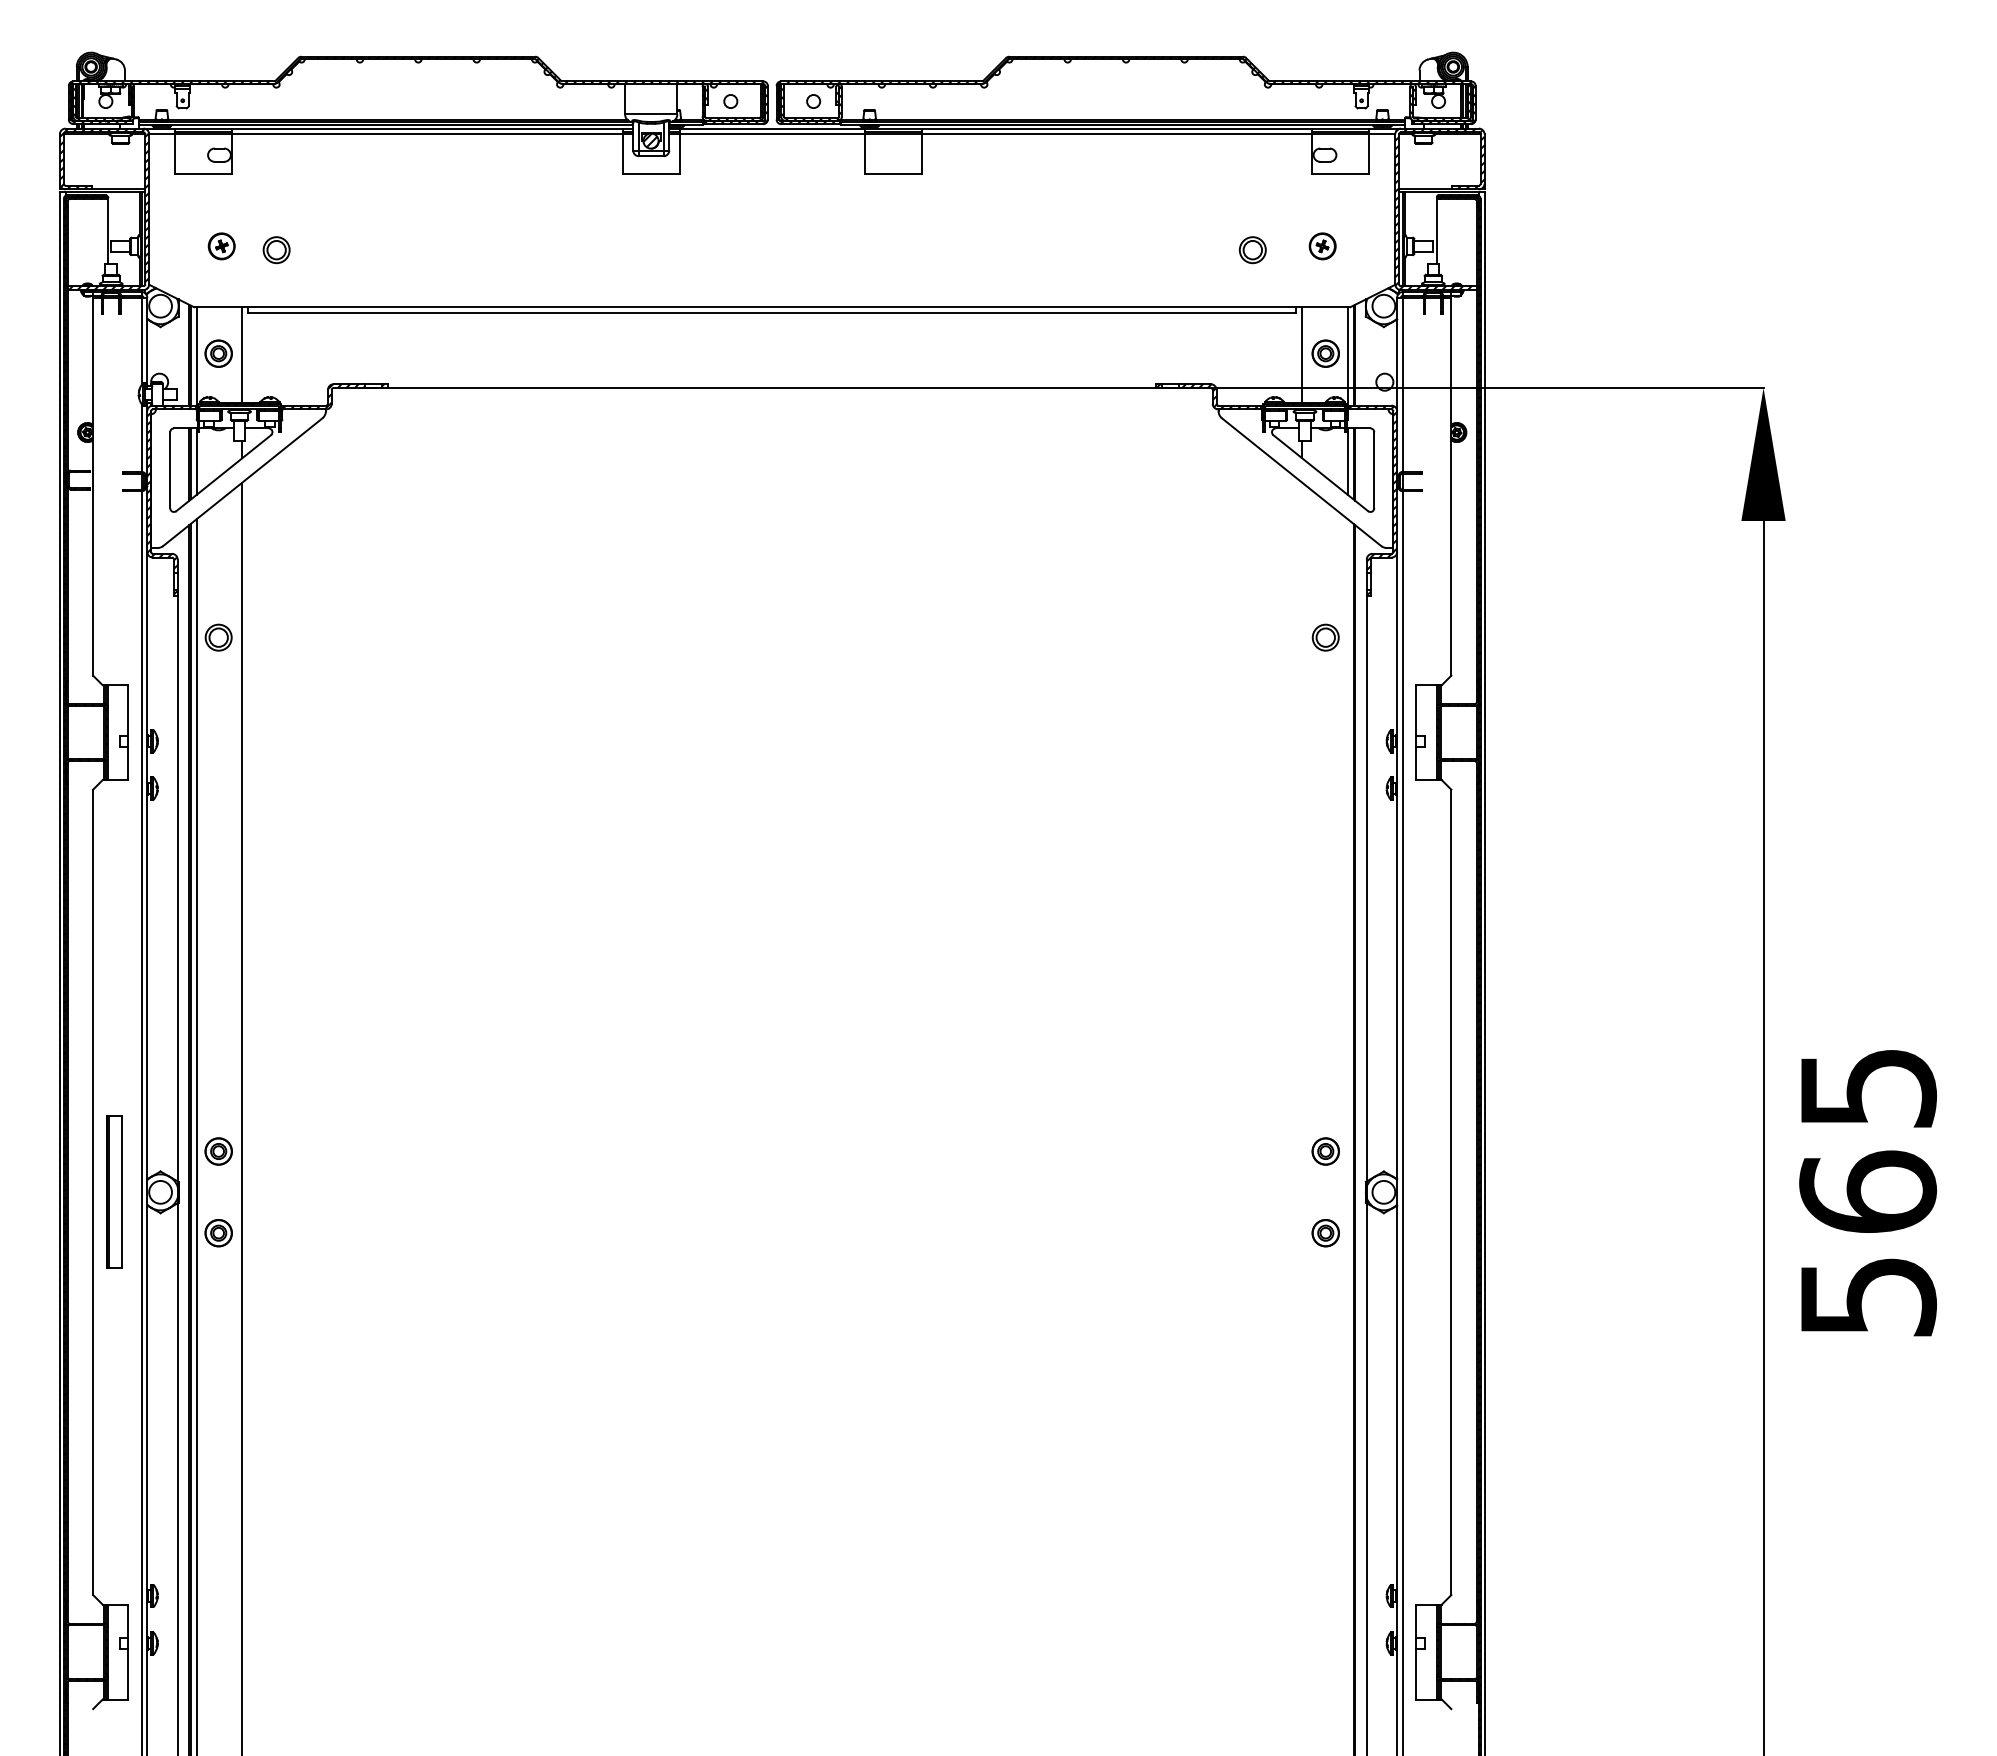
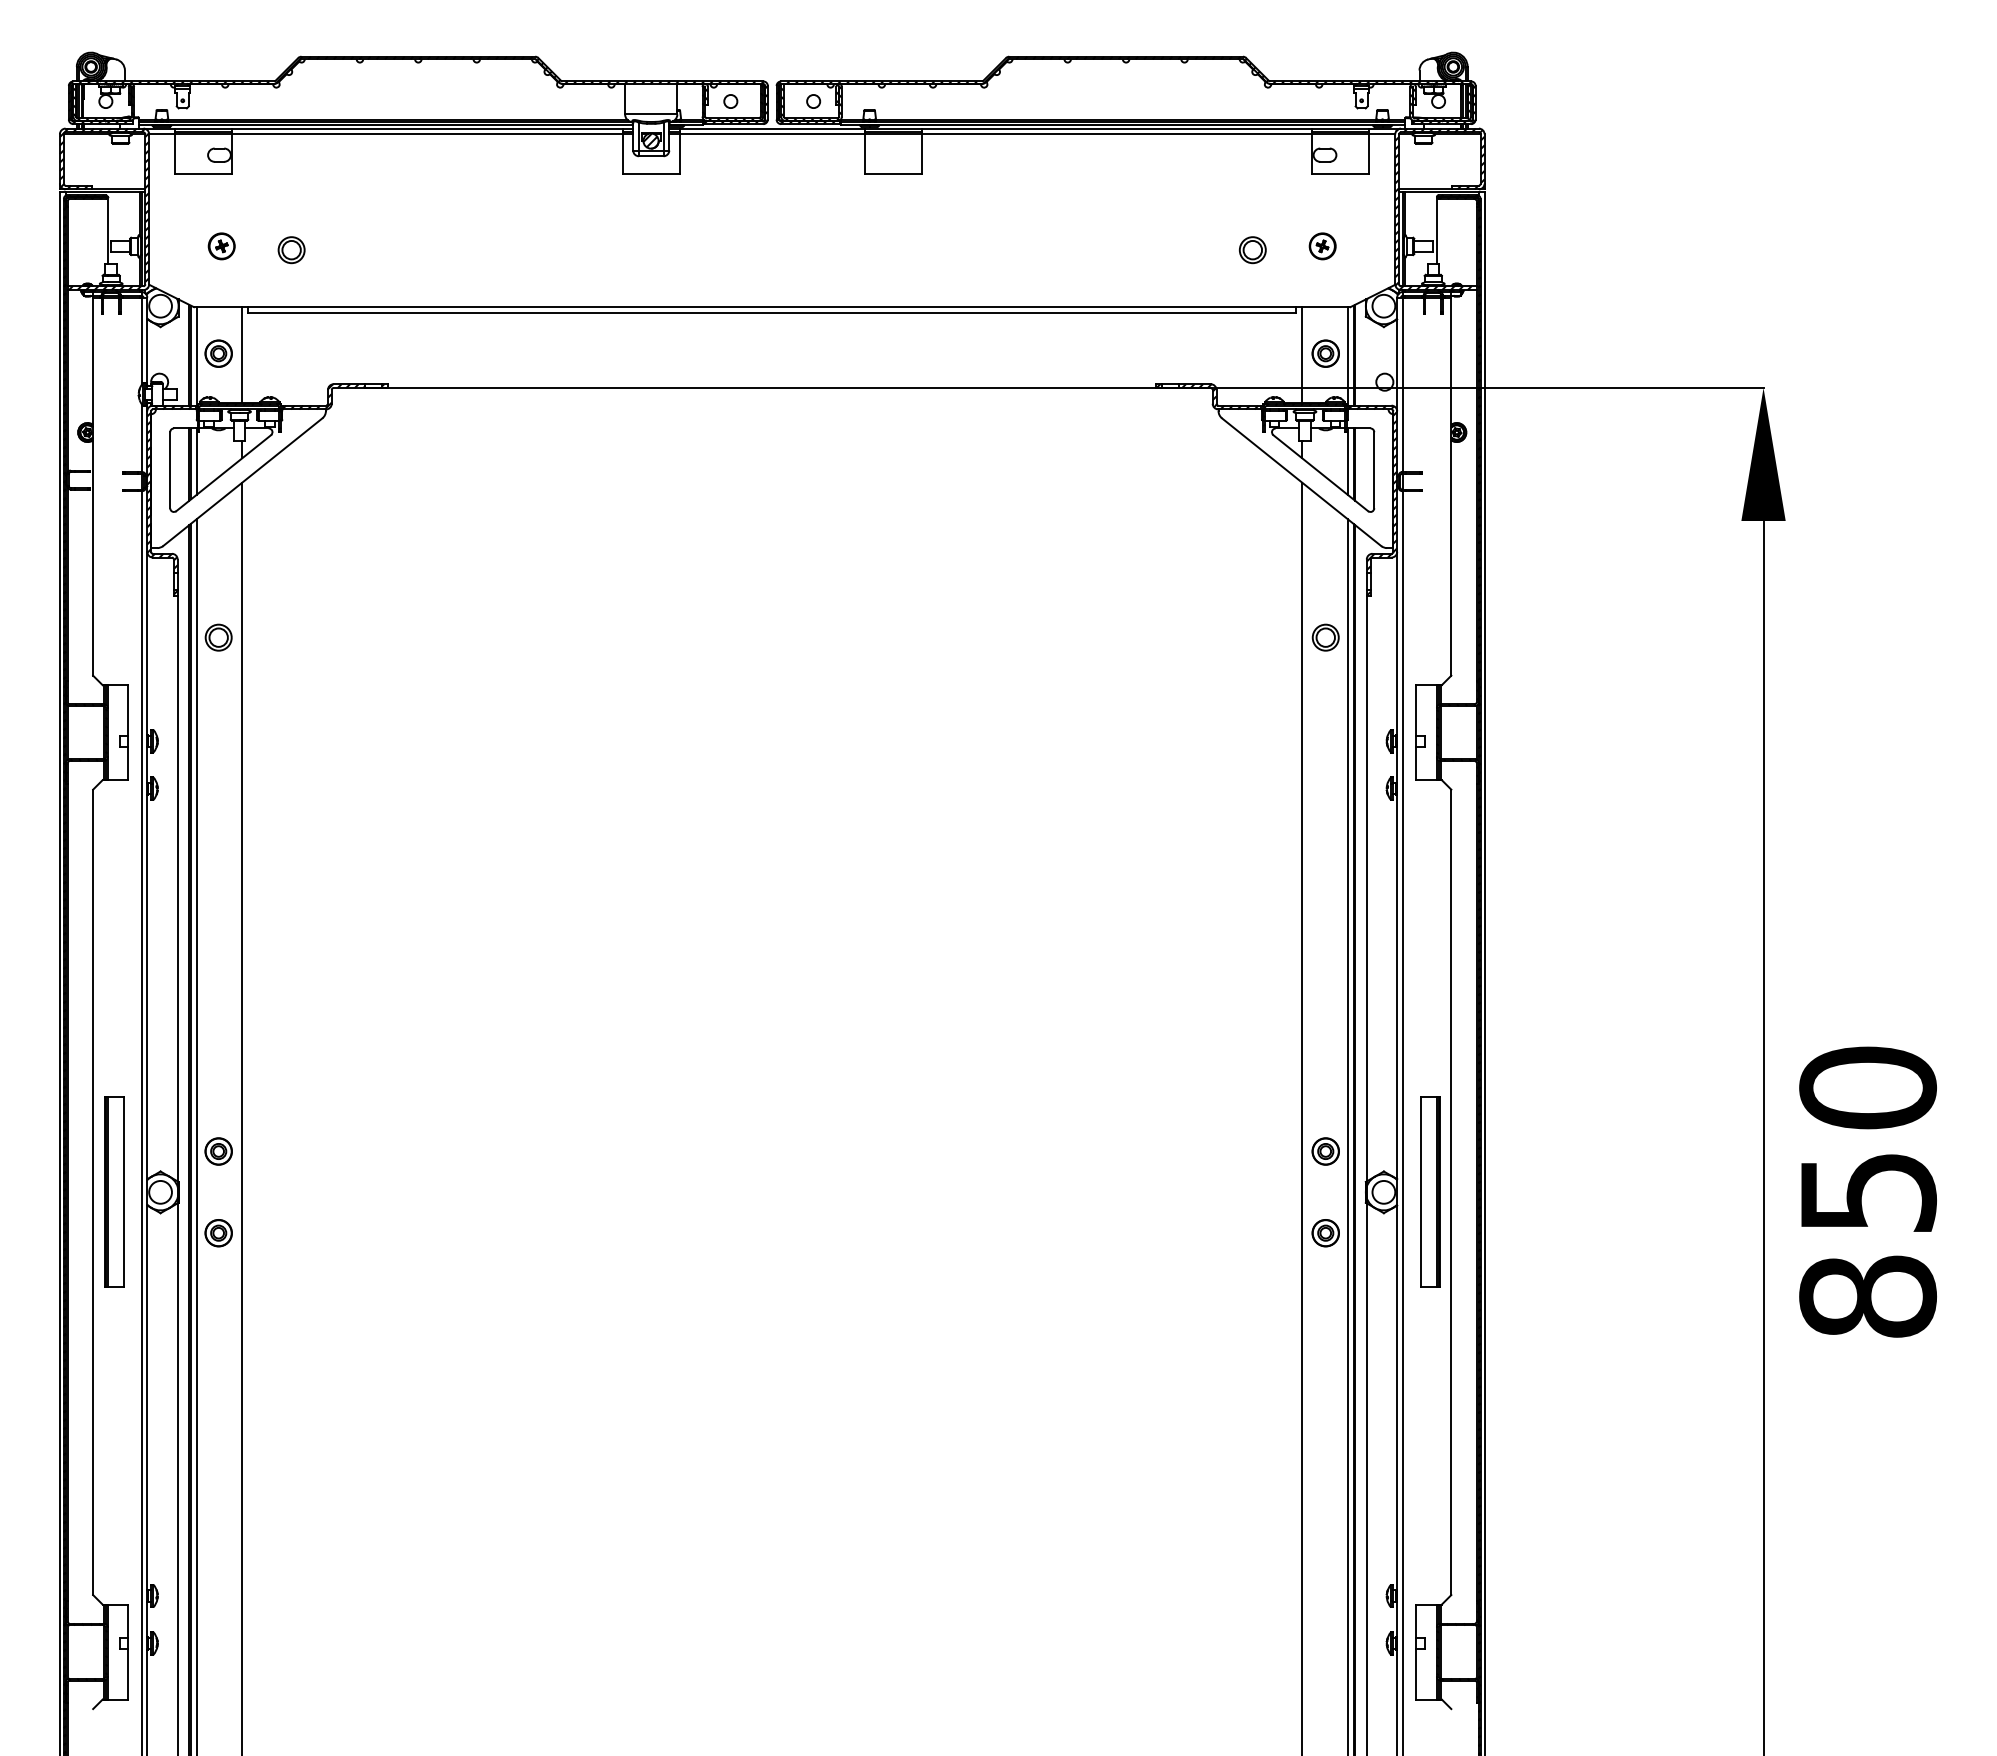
part at (276, 250) position: (276, 250) -> (291, 250)
line at (1302, 1117): none -> present
line at (1347, 1135): none -> present
part at (114, 1191) size: 17x154 px -> 21x192 px
part at (1430, 1191): none -> present
text at (1867, 1191): 565 -> 850
